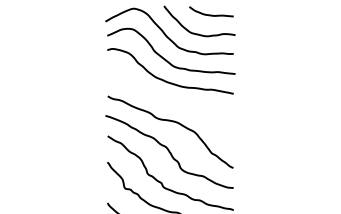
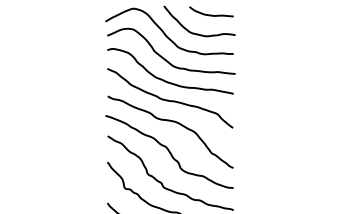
curve at (170, 100): none -> present
